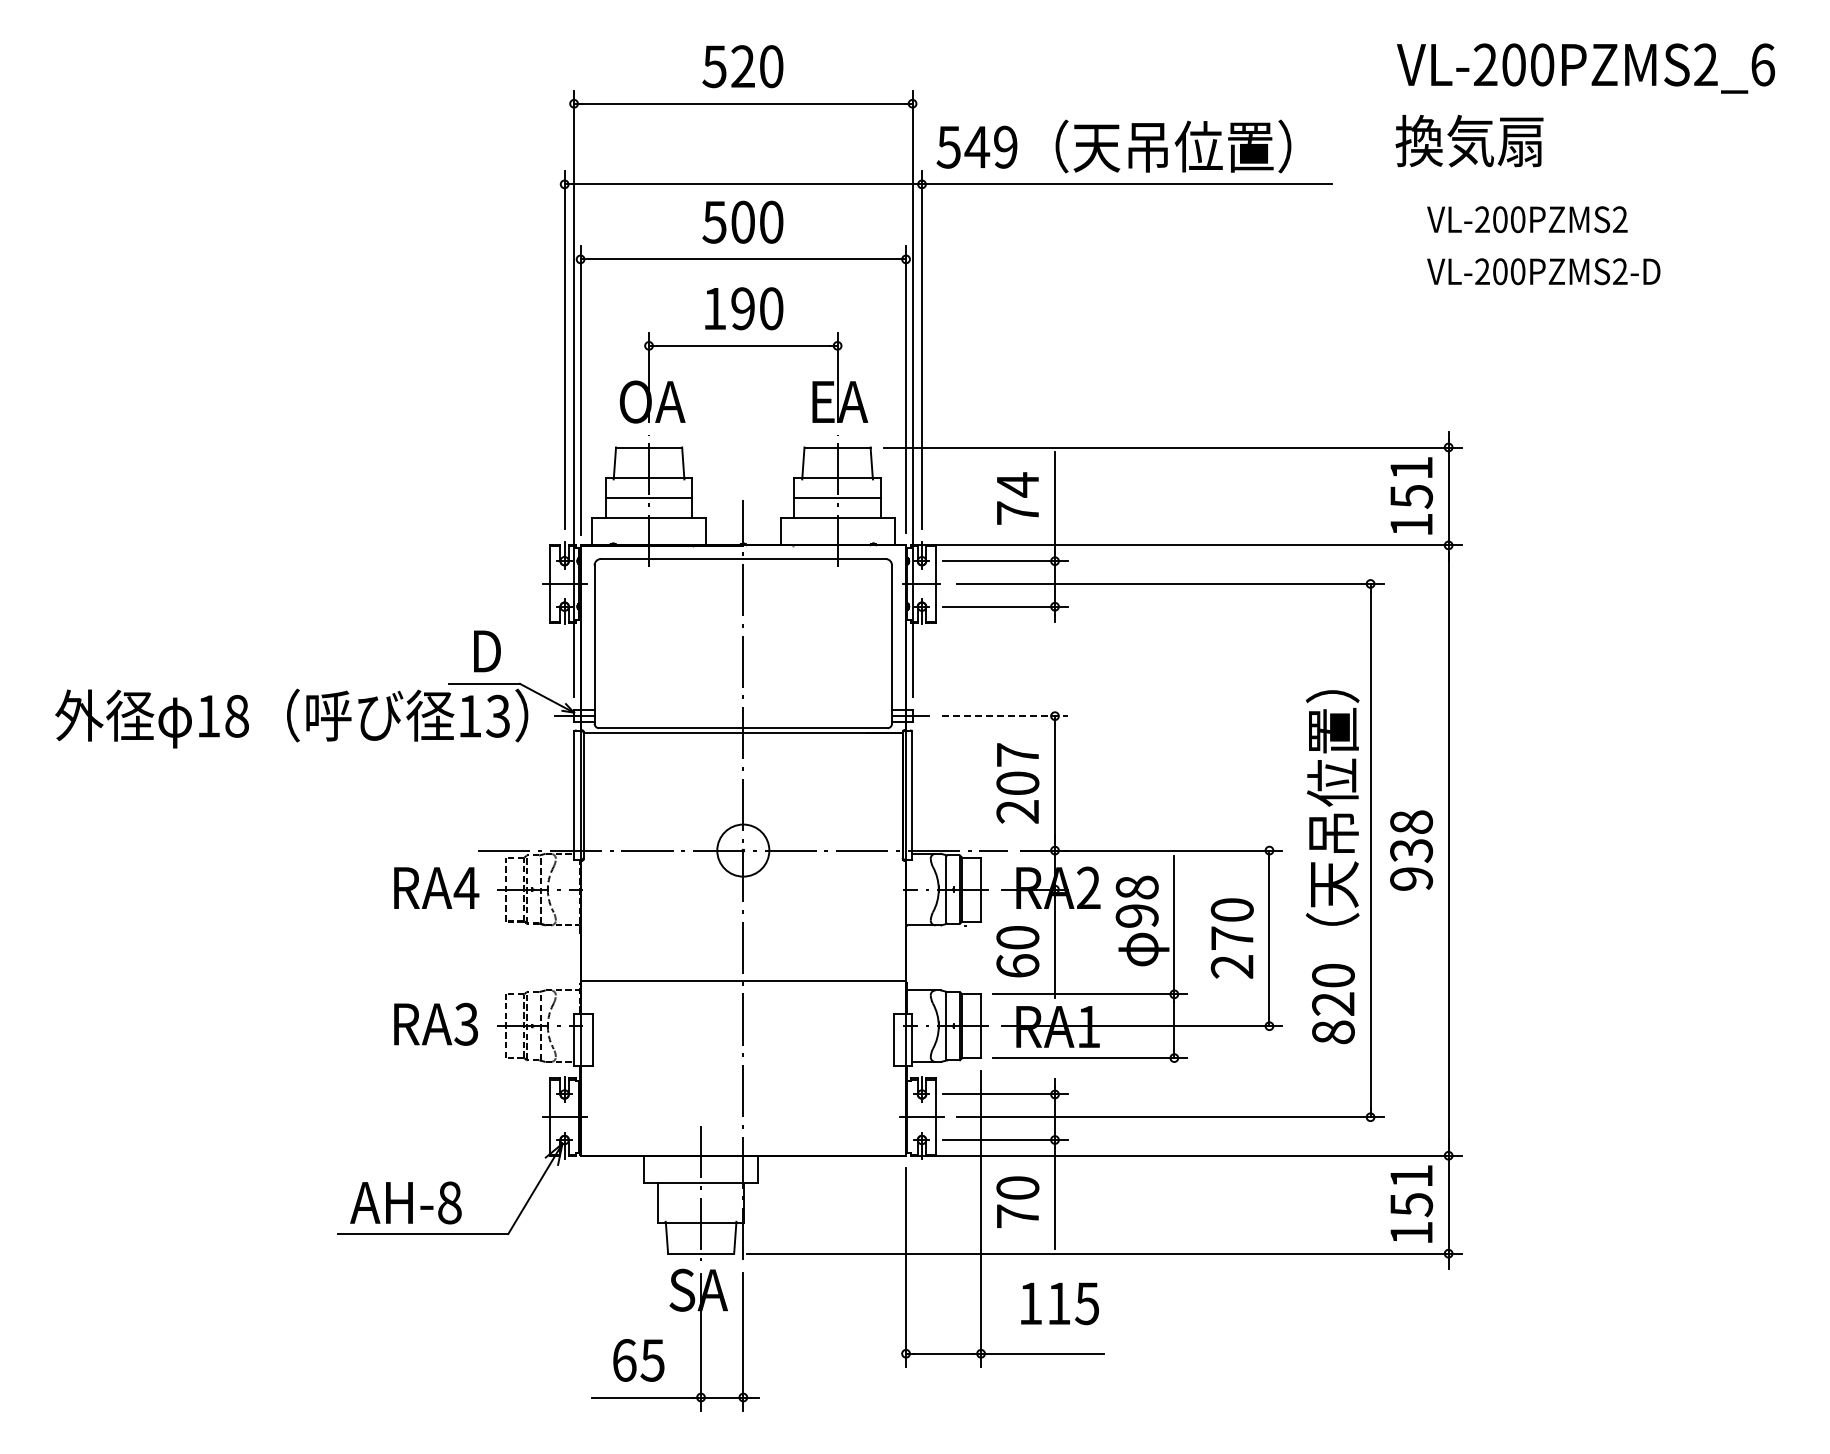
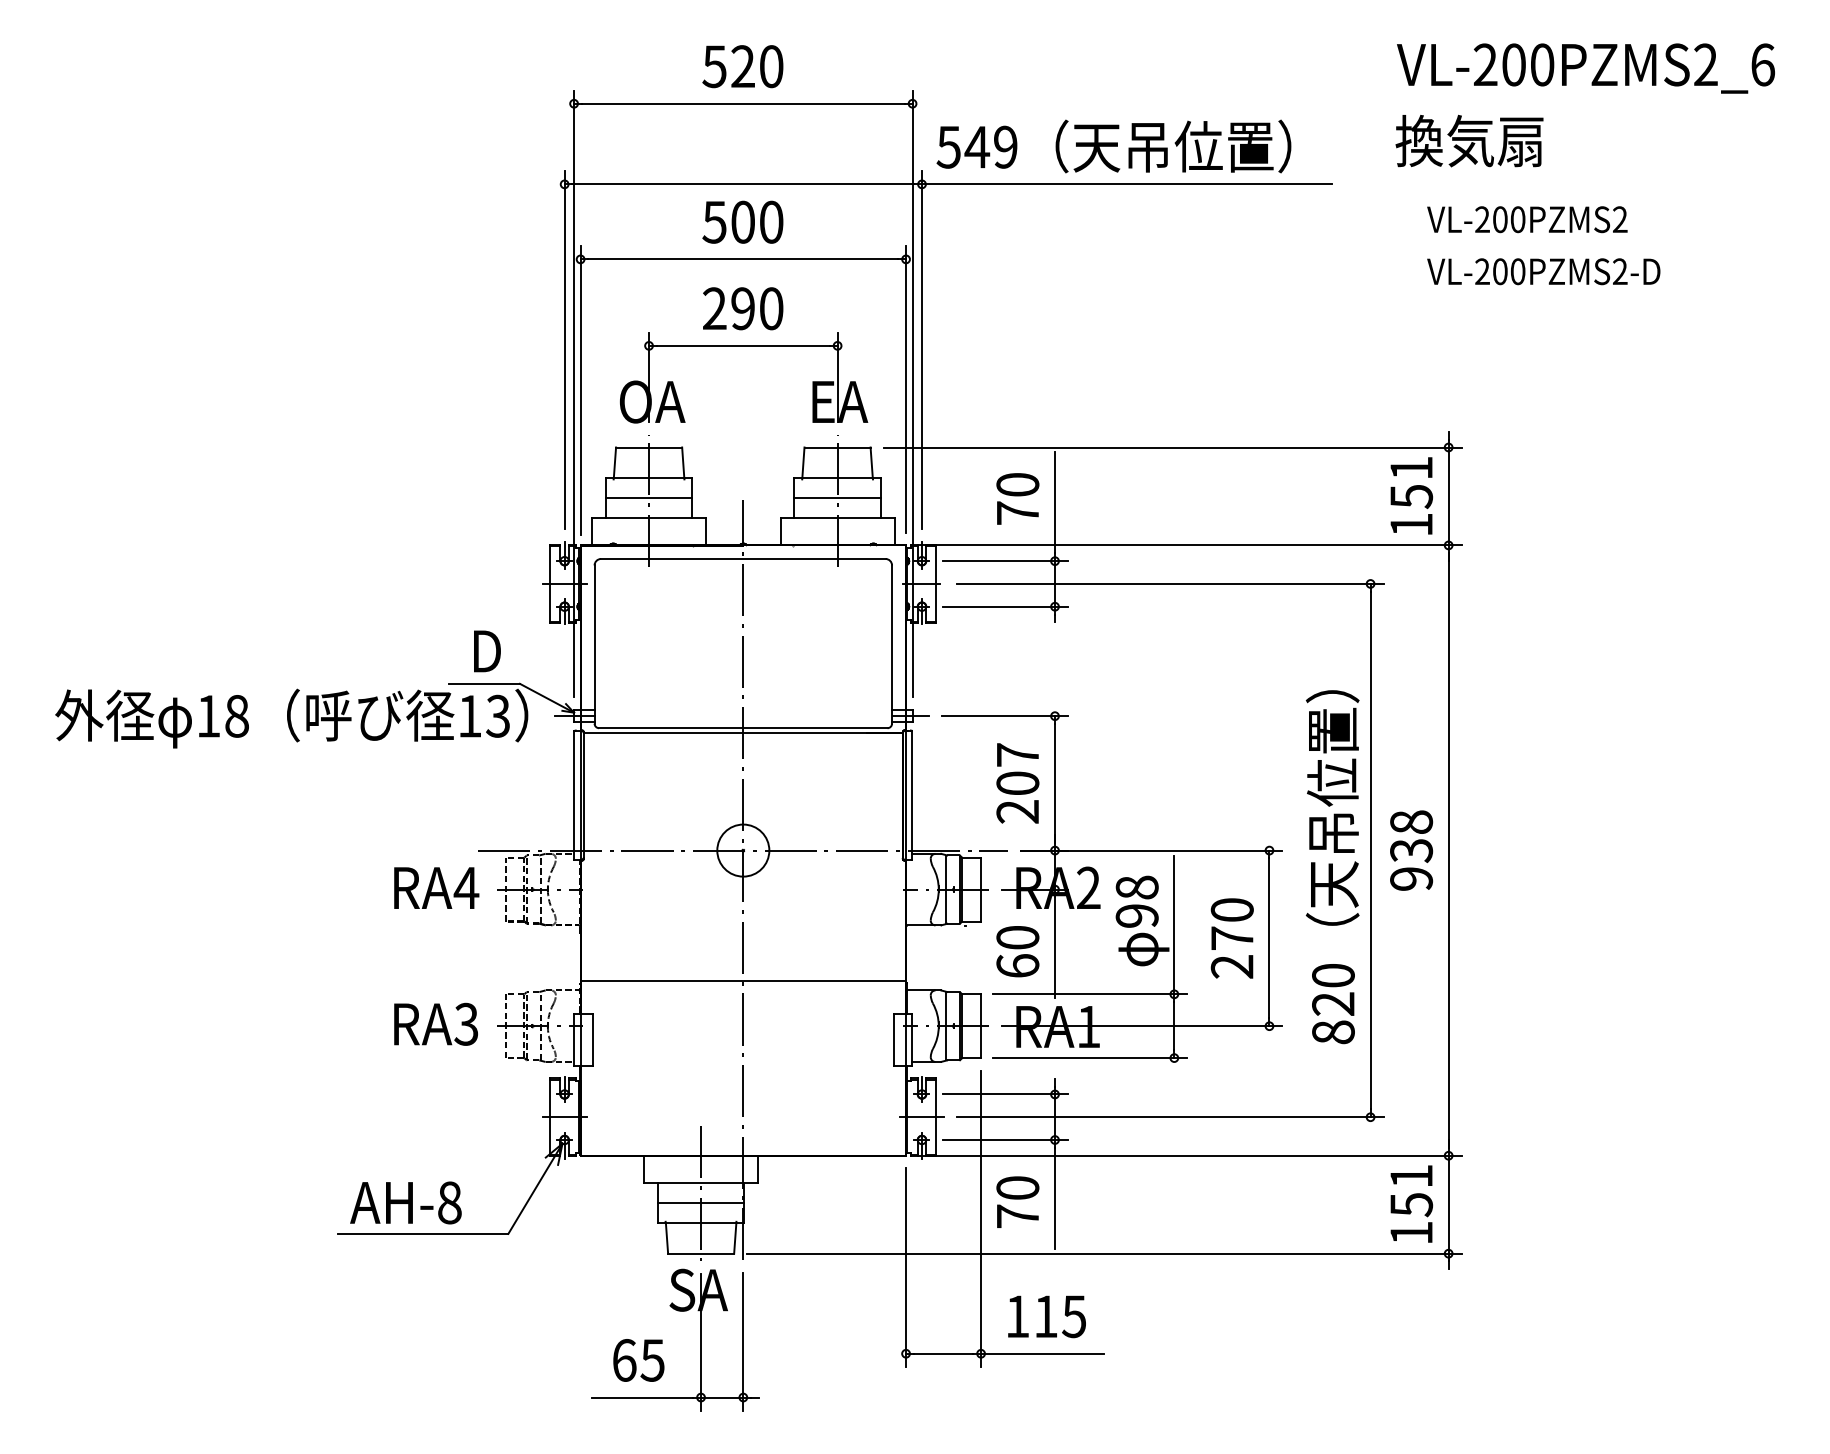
text at (714, 308): 190 -> 290
text at (1017, 484): 74 -> 70
line at (1005, 716): dashed -> solid
line at (700, 1203): none -> present
text at (1059, 1303) position: (1059, 1303) -> (1046, 1316)
